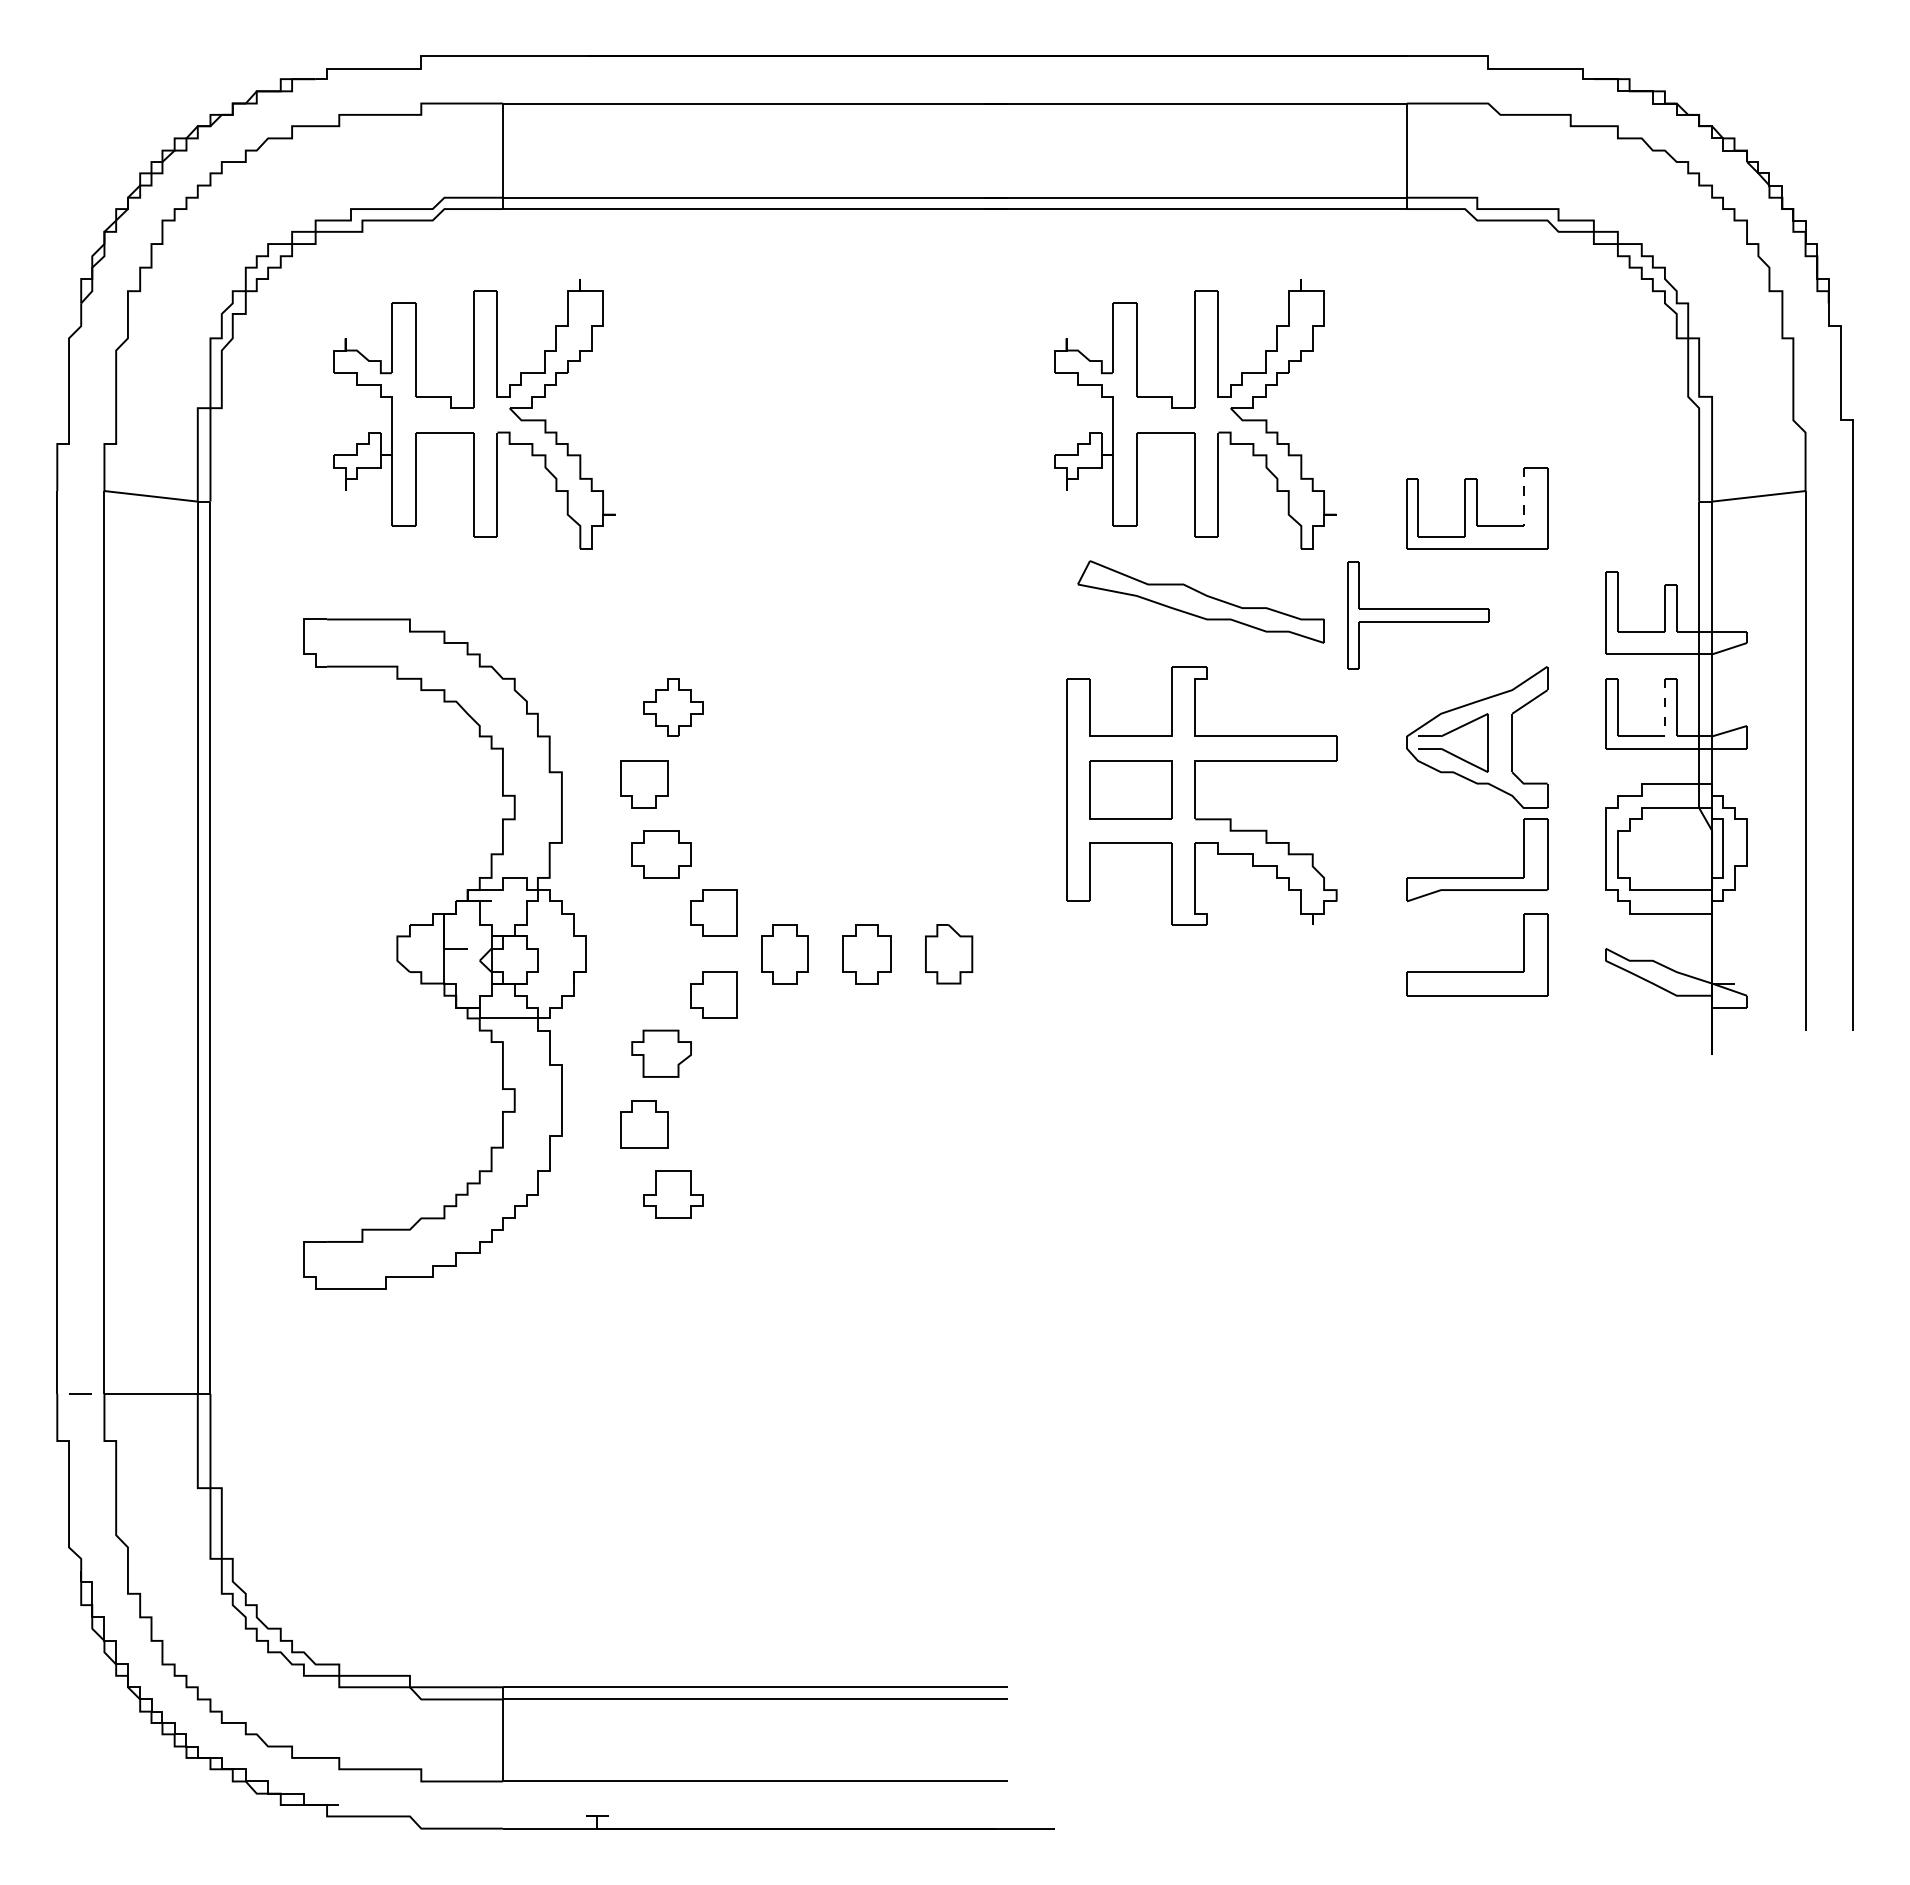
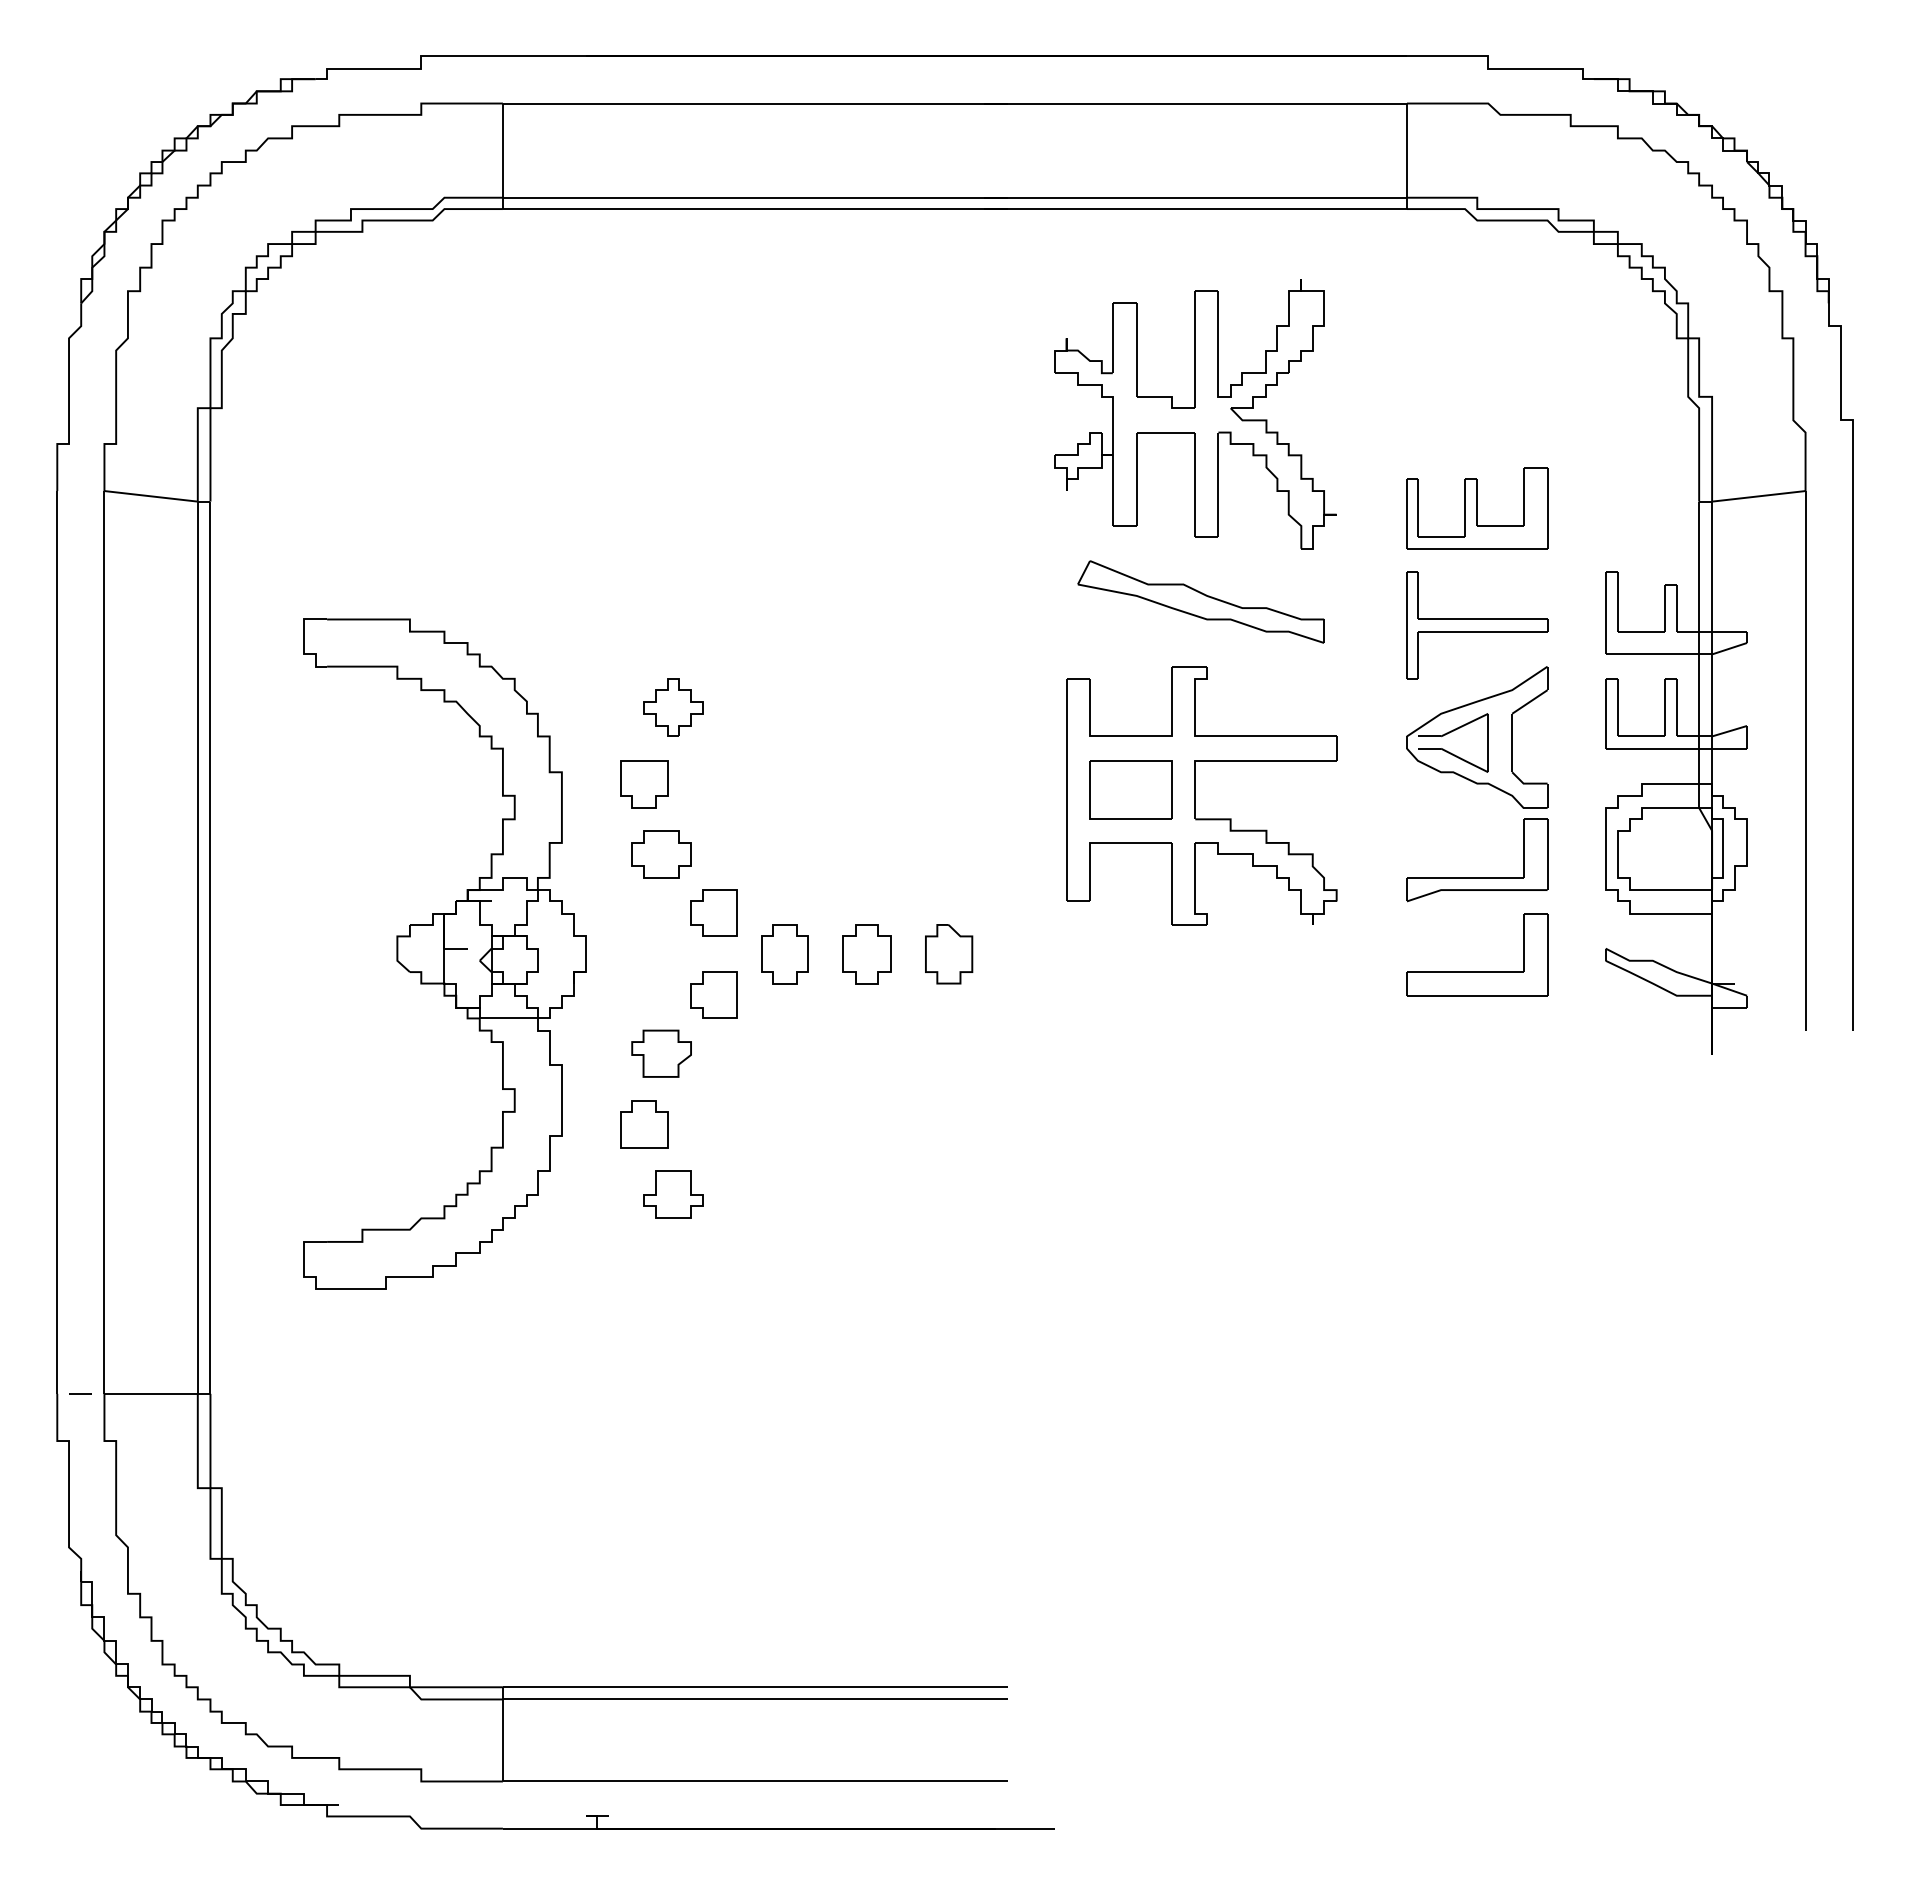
part at (474, 414): present -> none
line at (1523, 497): dashed -> solid
part at (1418, 615) position: (1418, 615) -> (1477, 625)
line at (1664, 707): dashed -> solid
